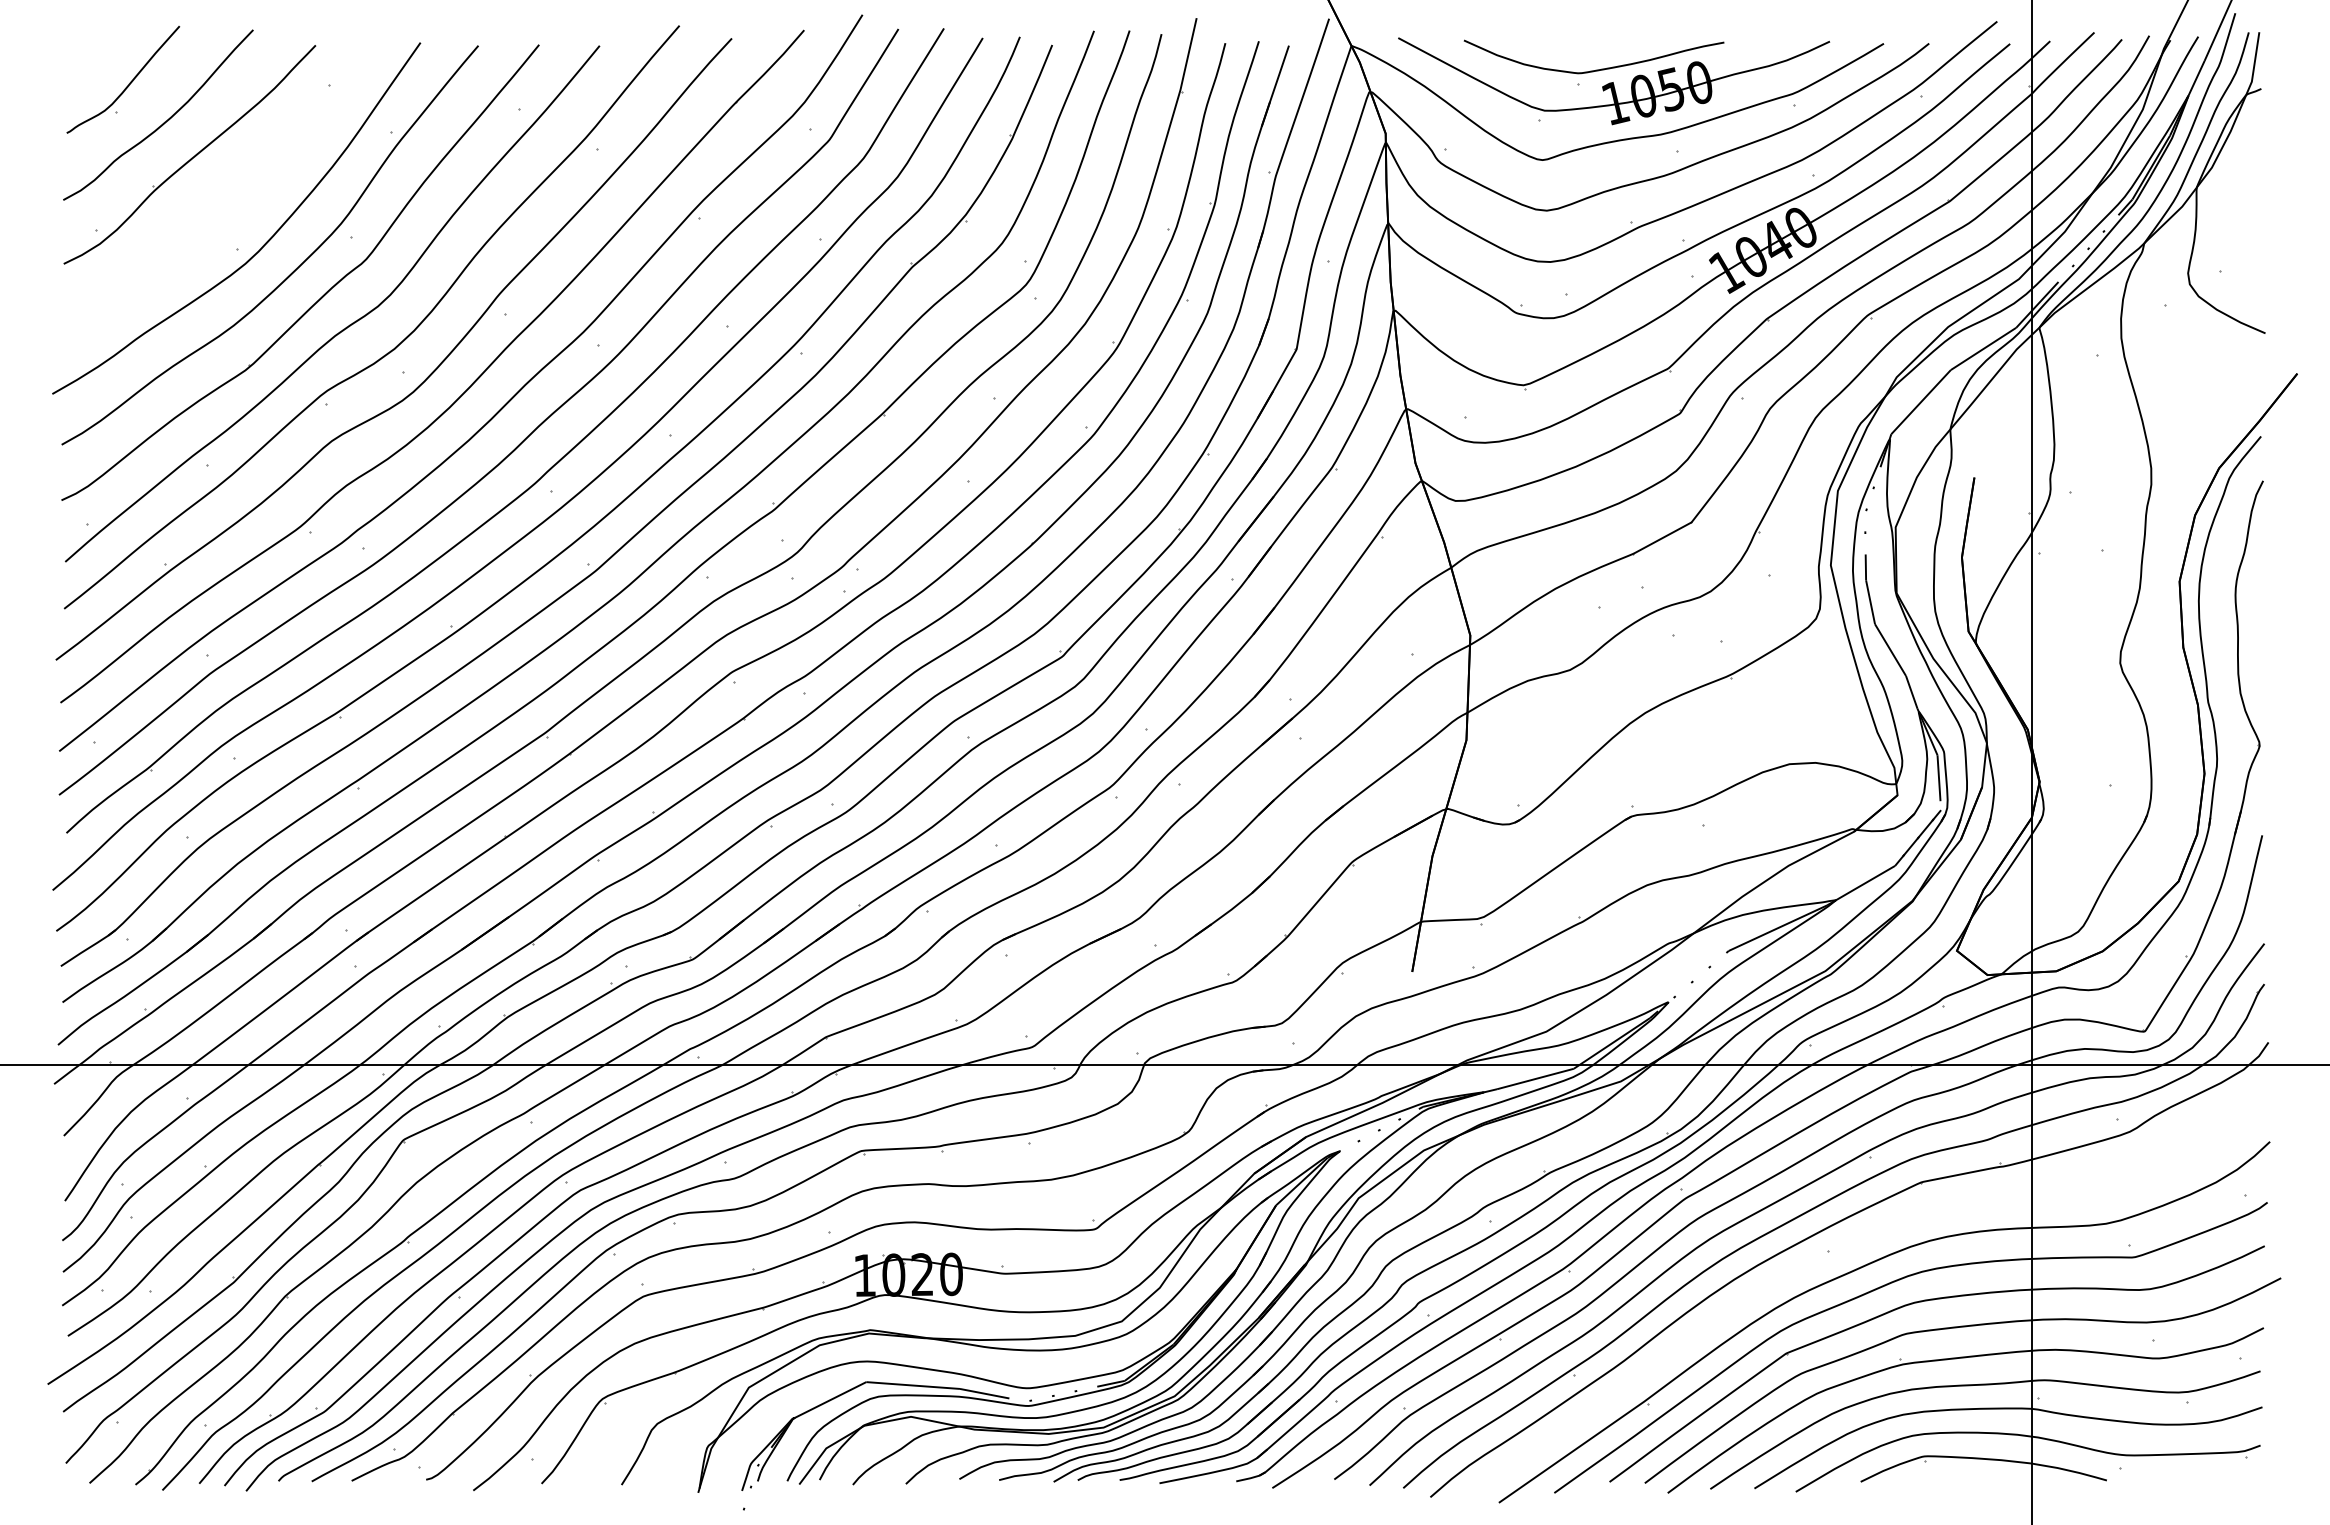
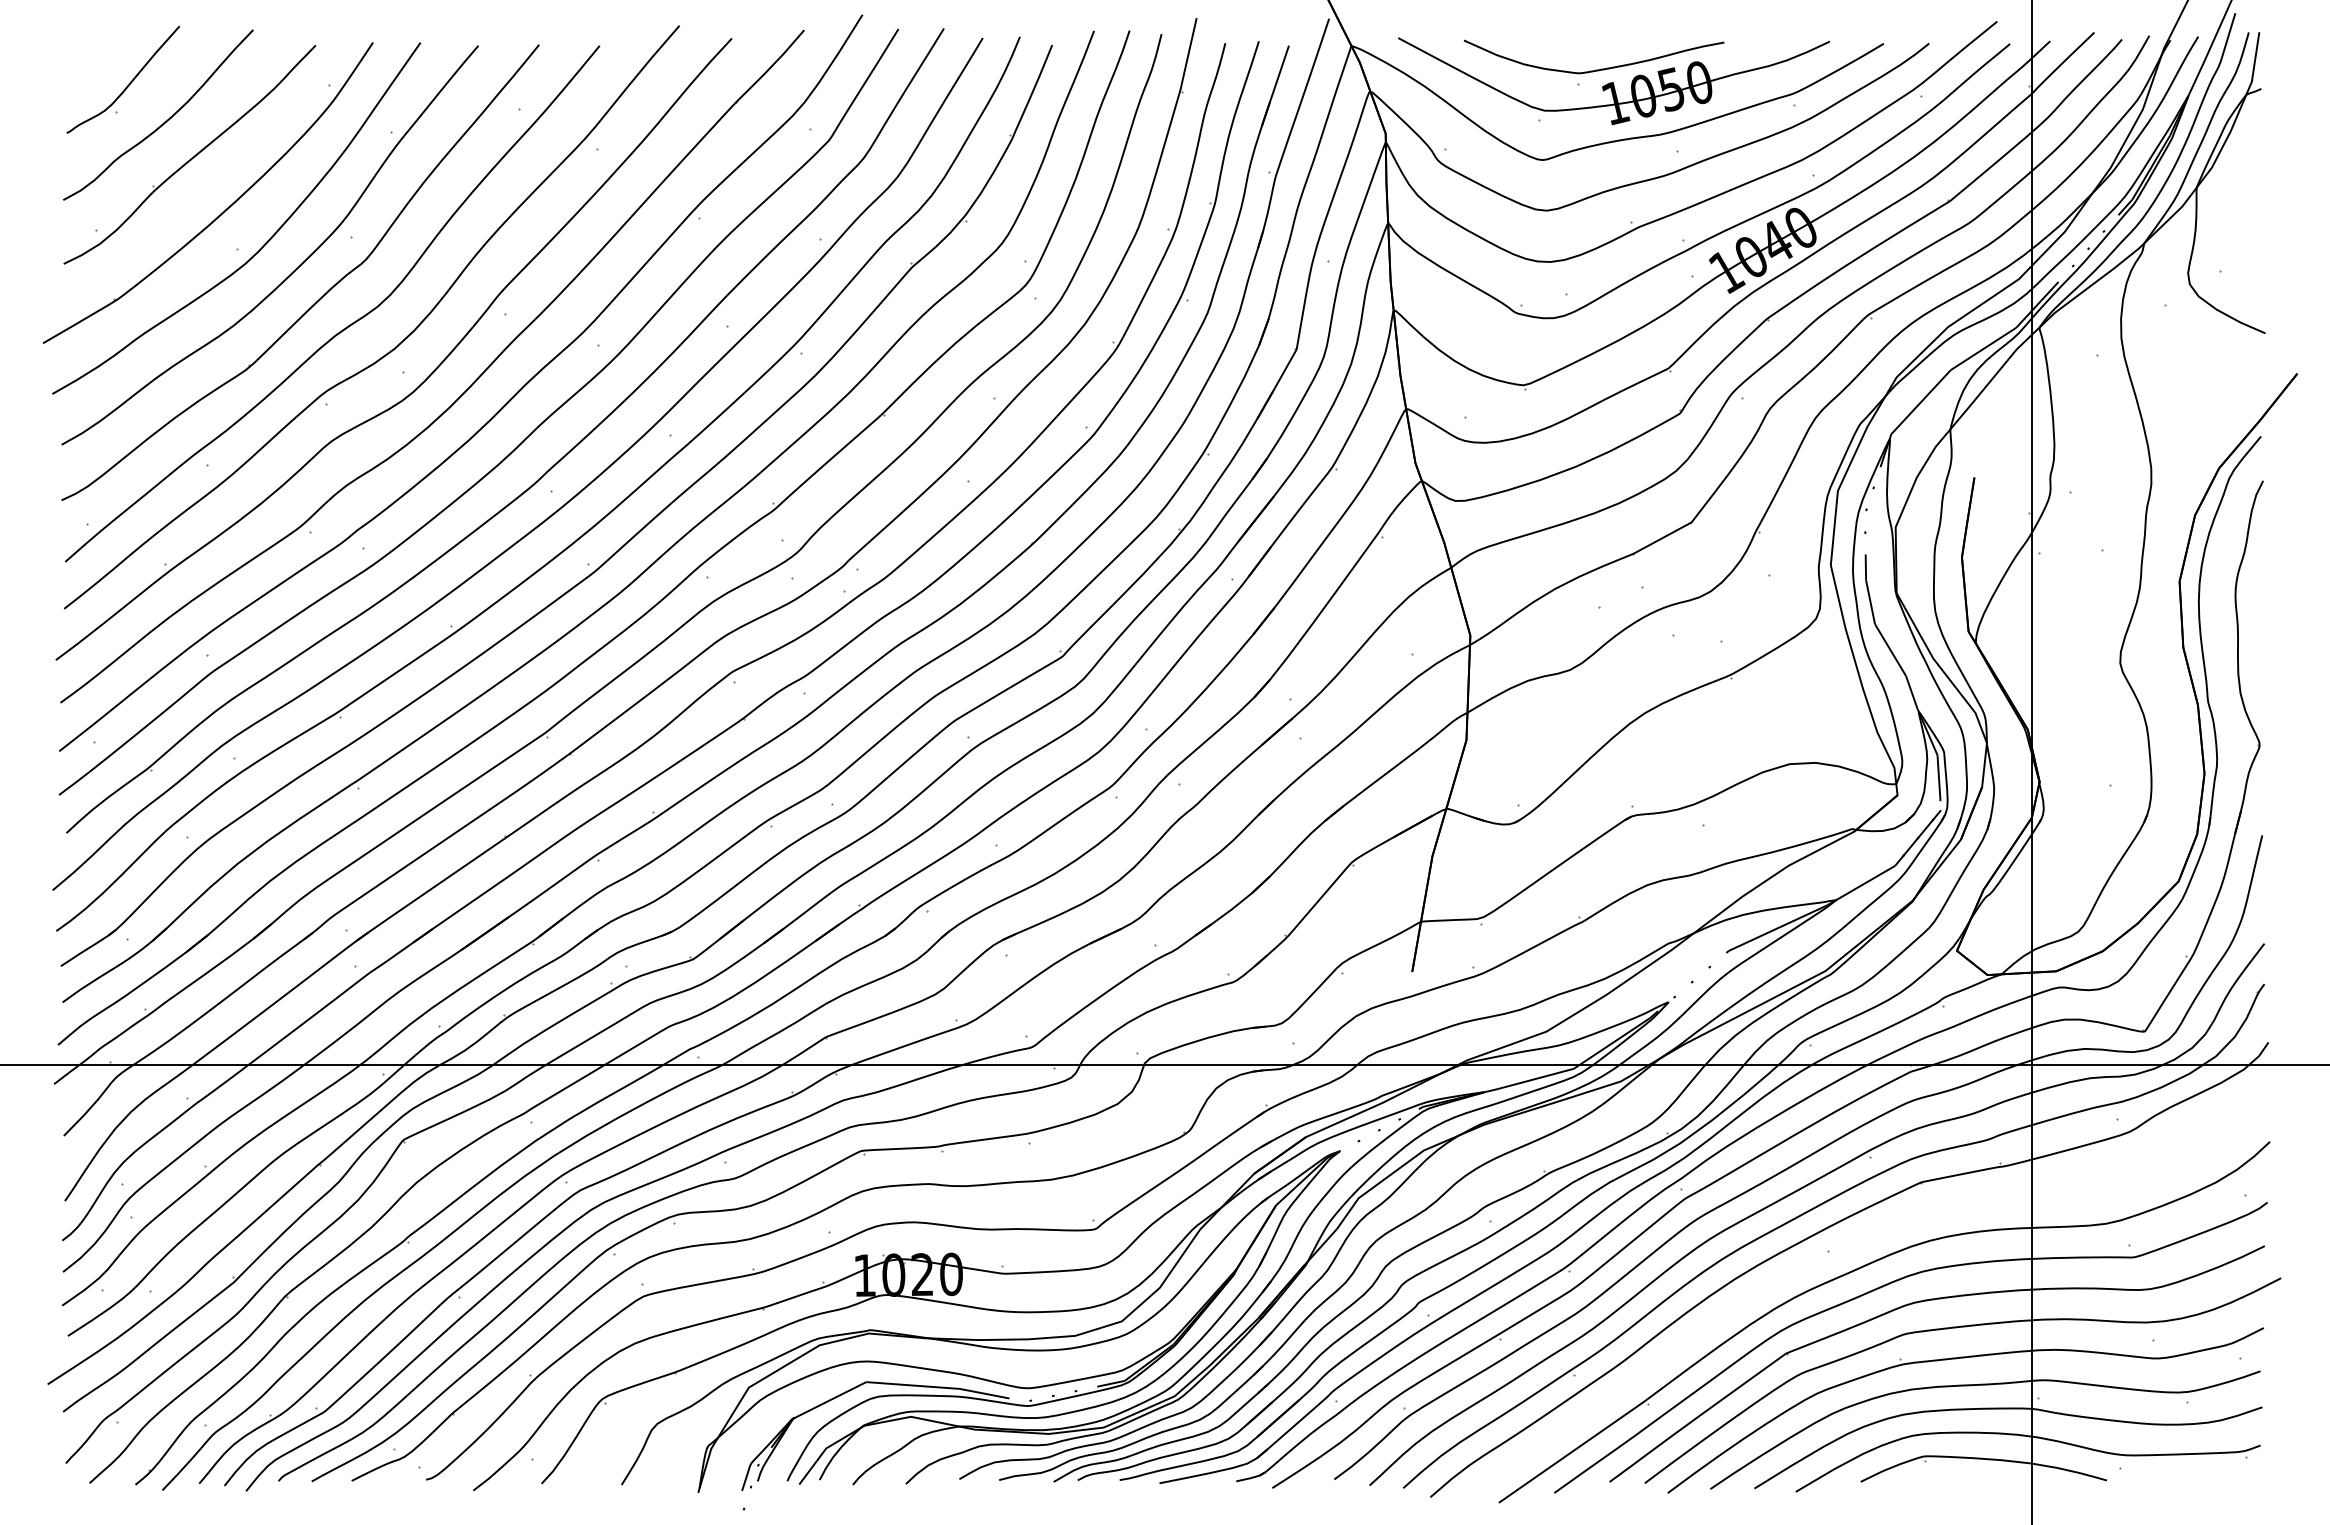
part at (221, 212): none -> present
